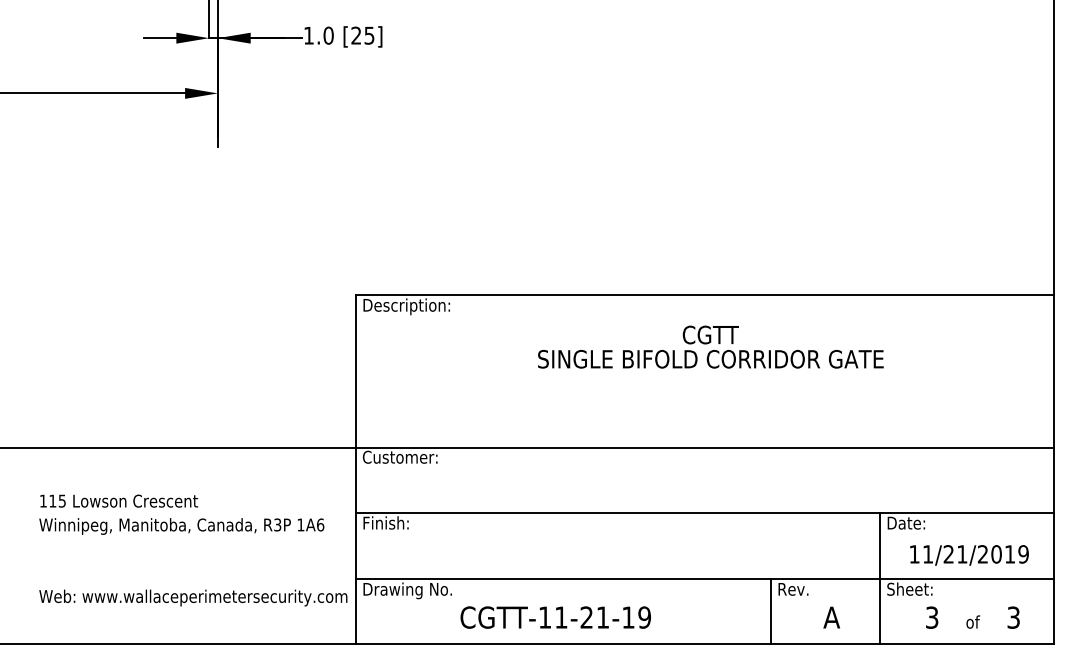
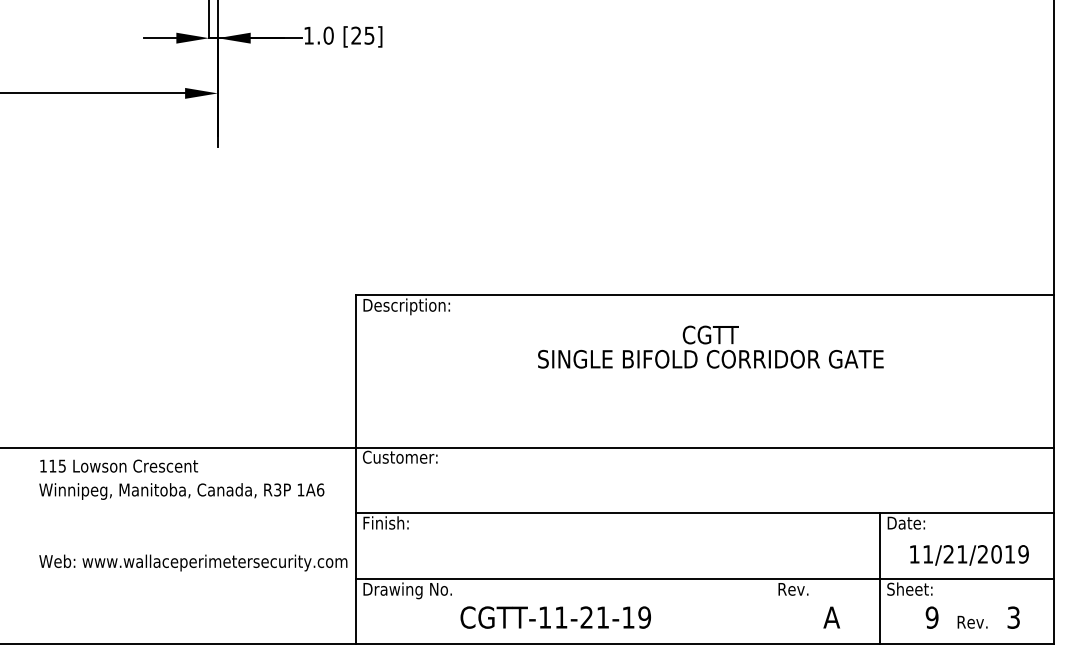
text at (193, 550) position: (193, 550) -> (193, 515)
line at (770, 611): present -> none
text at (931, 617): 3 -> 9
text at (972, 621): of -> Rev.
